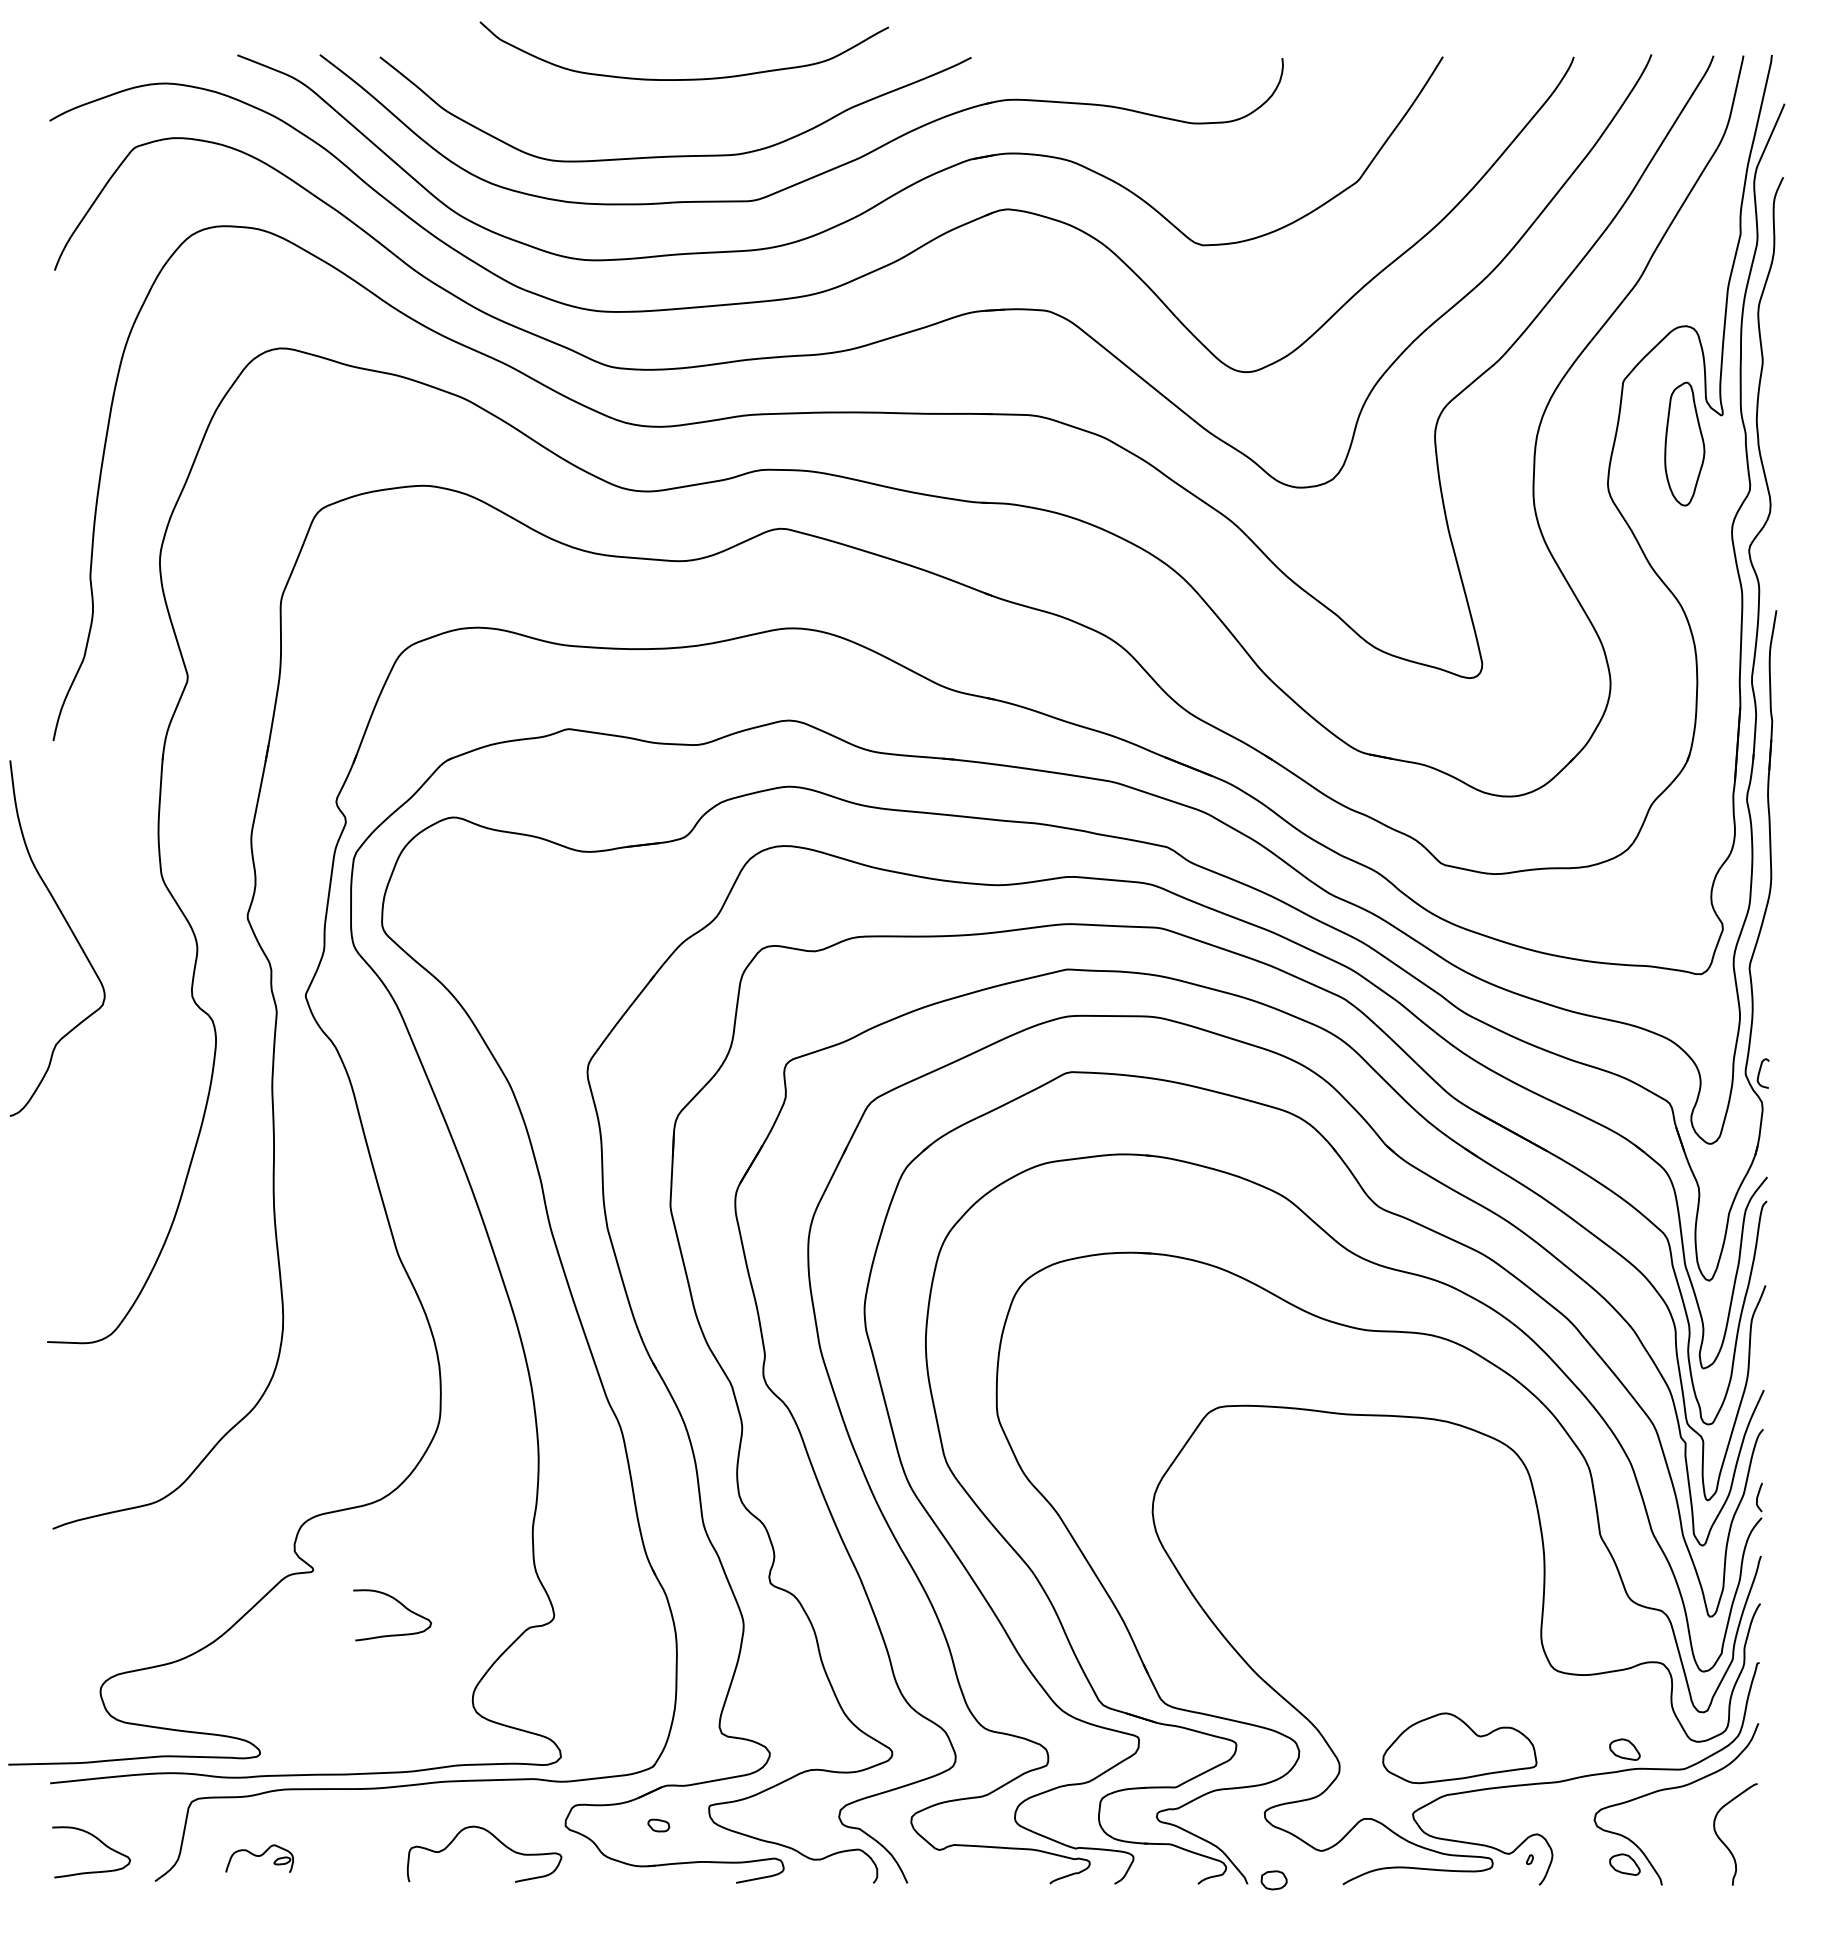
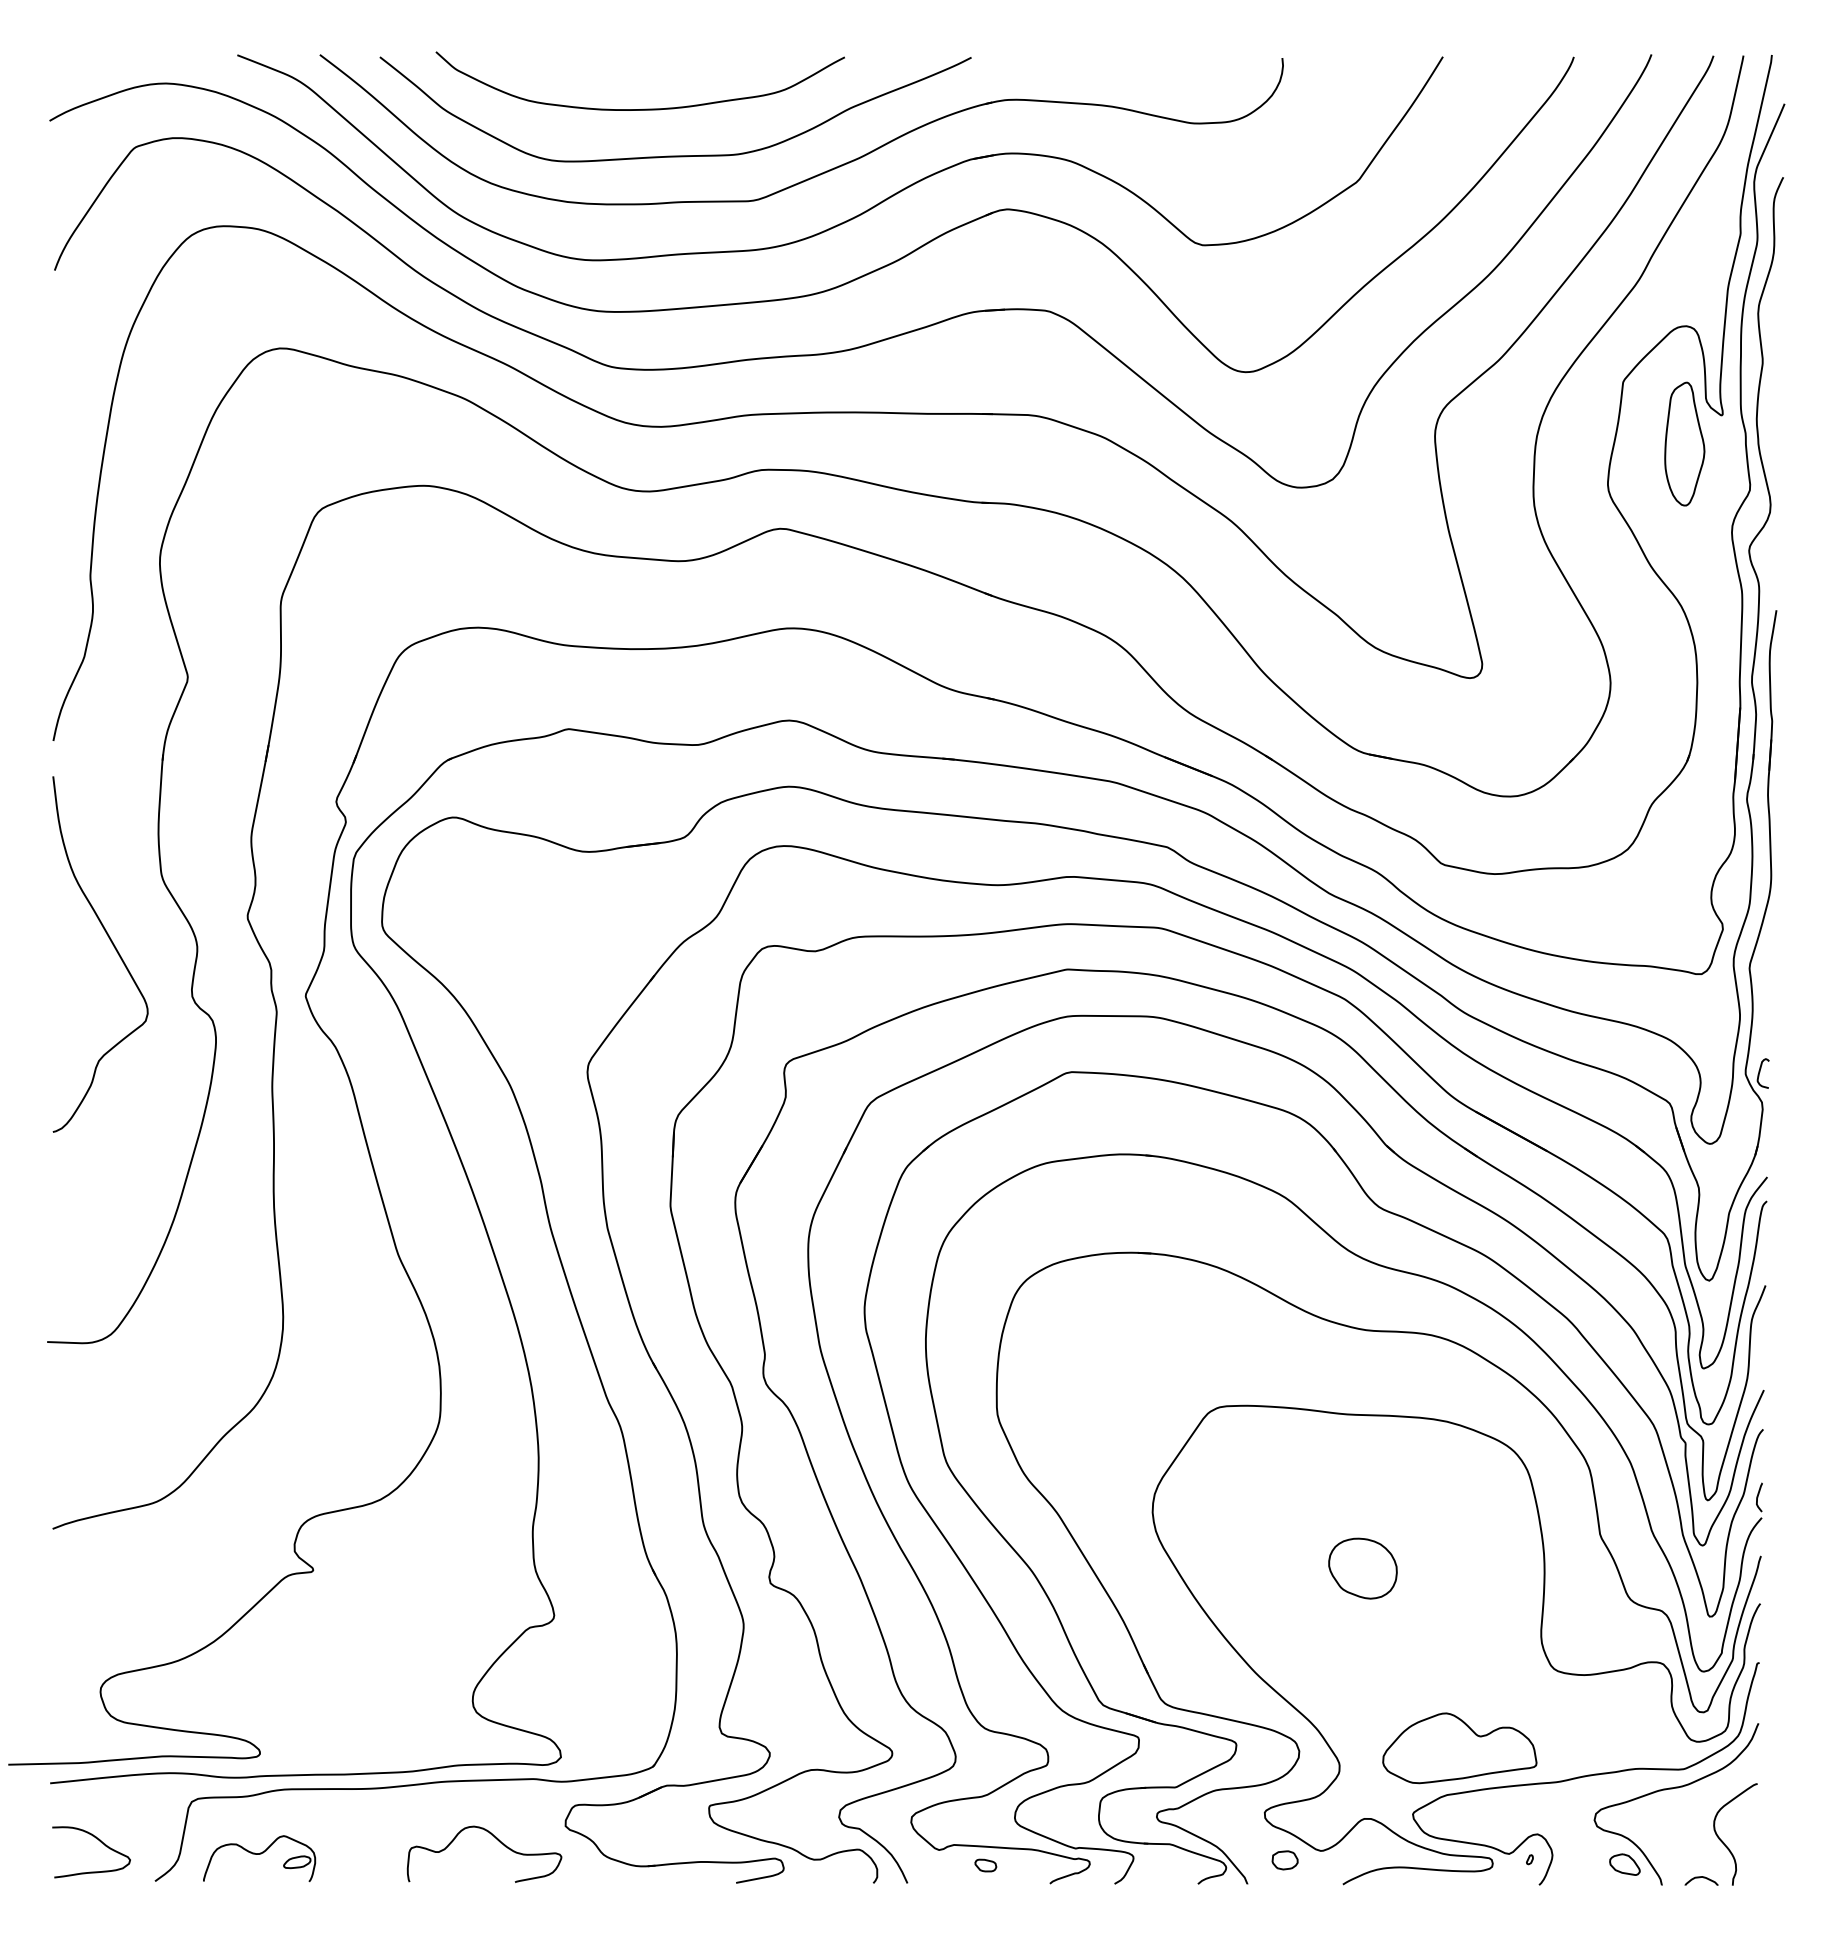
curve at (688, 78) position: (688, 78) -> (644, 108)
curve at (71, 932) position: (71, 932) -> (114, 948)
part at (1362, 1568): none -> present
curve at (401, 1605): present -> none
part at (1624, 1749): present -> none
part at (658, 1825) position: (658, 1825) -> (985, 1865)
part at (259, 1858) size: 69x29 px -> 114x48 px
curve at (1699, 1878): none -> present
part at (1273, 1880) position: (1273, 1880) -> (1284, 1860)
